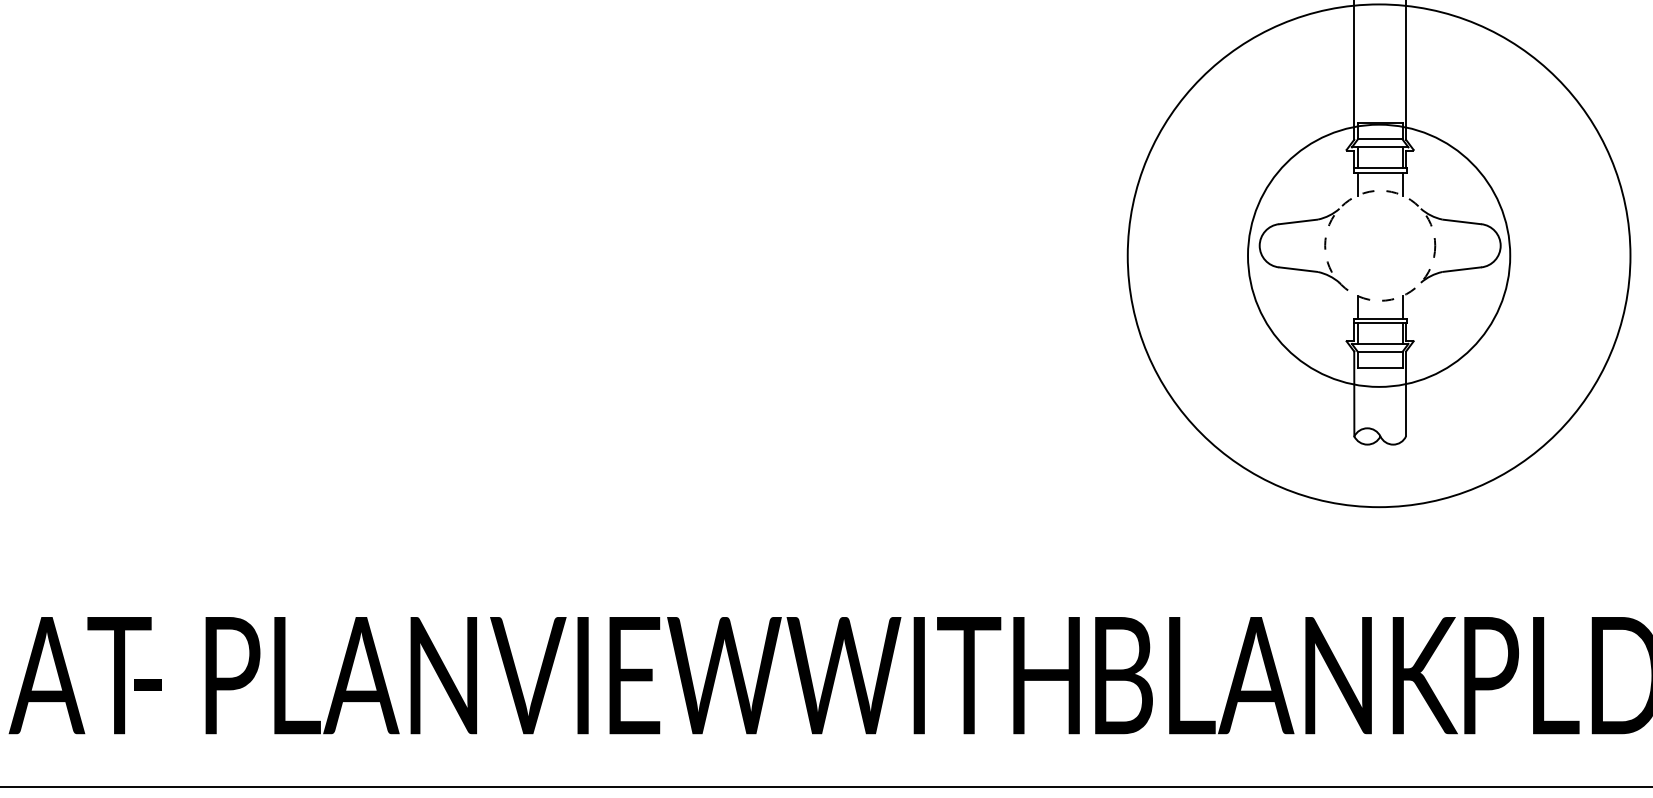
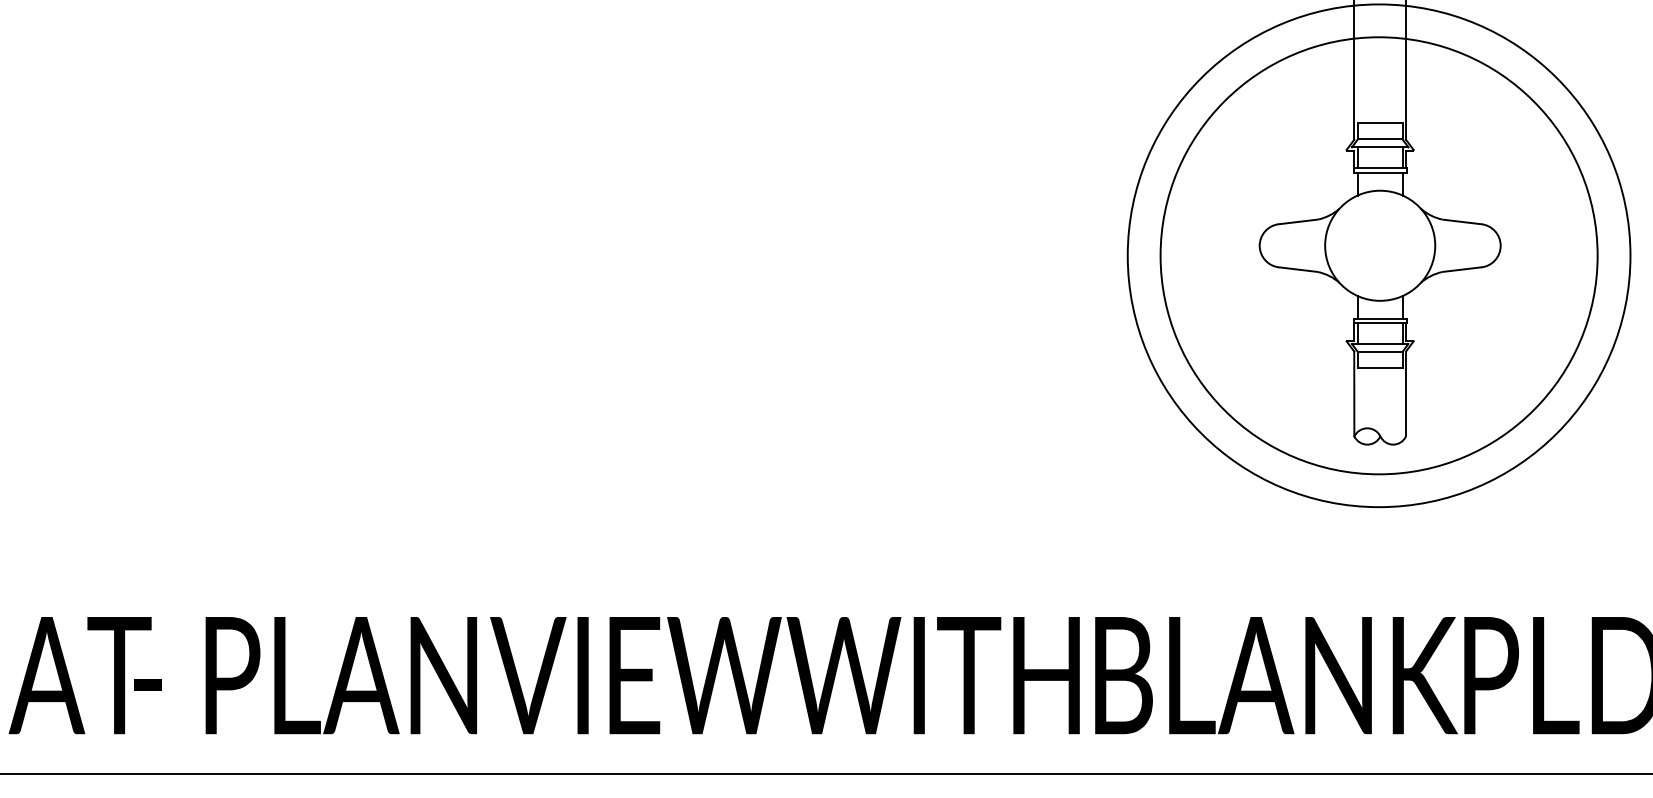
circle at (1380, 245): dashed -> solid
circle at (1379, 255) diameter: 262 px -> 437 px
line at (825, 786) position: (825, 786) -> (825, 773)
